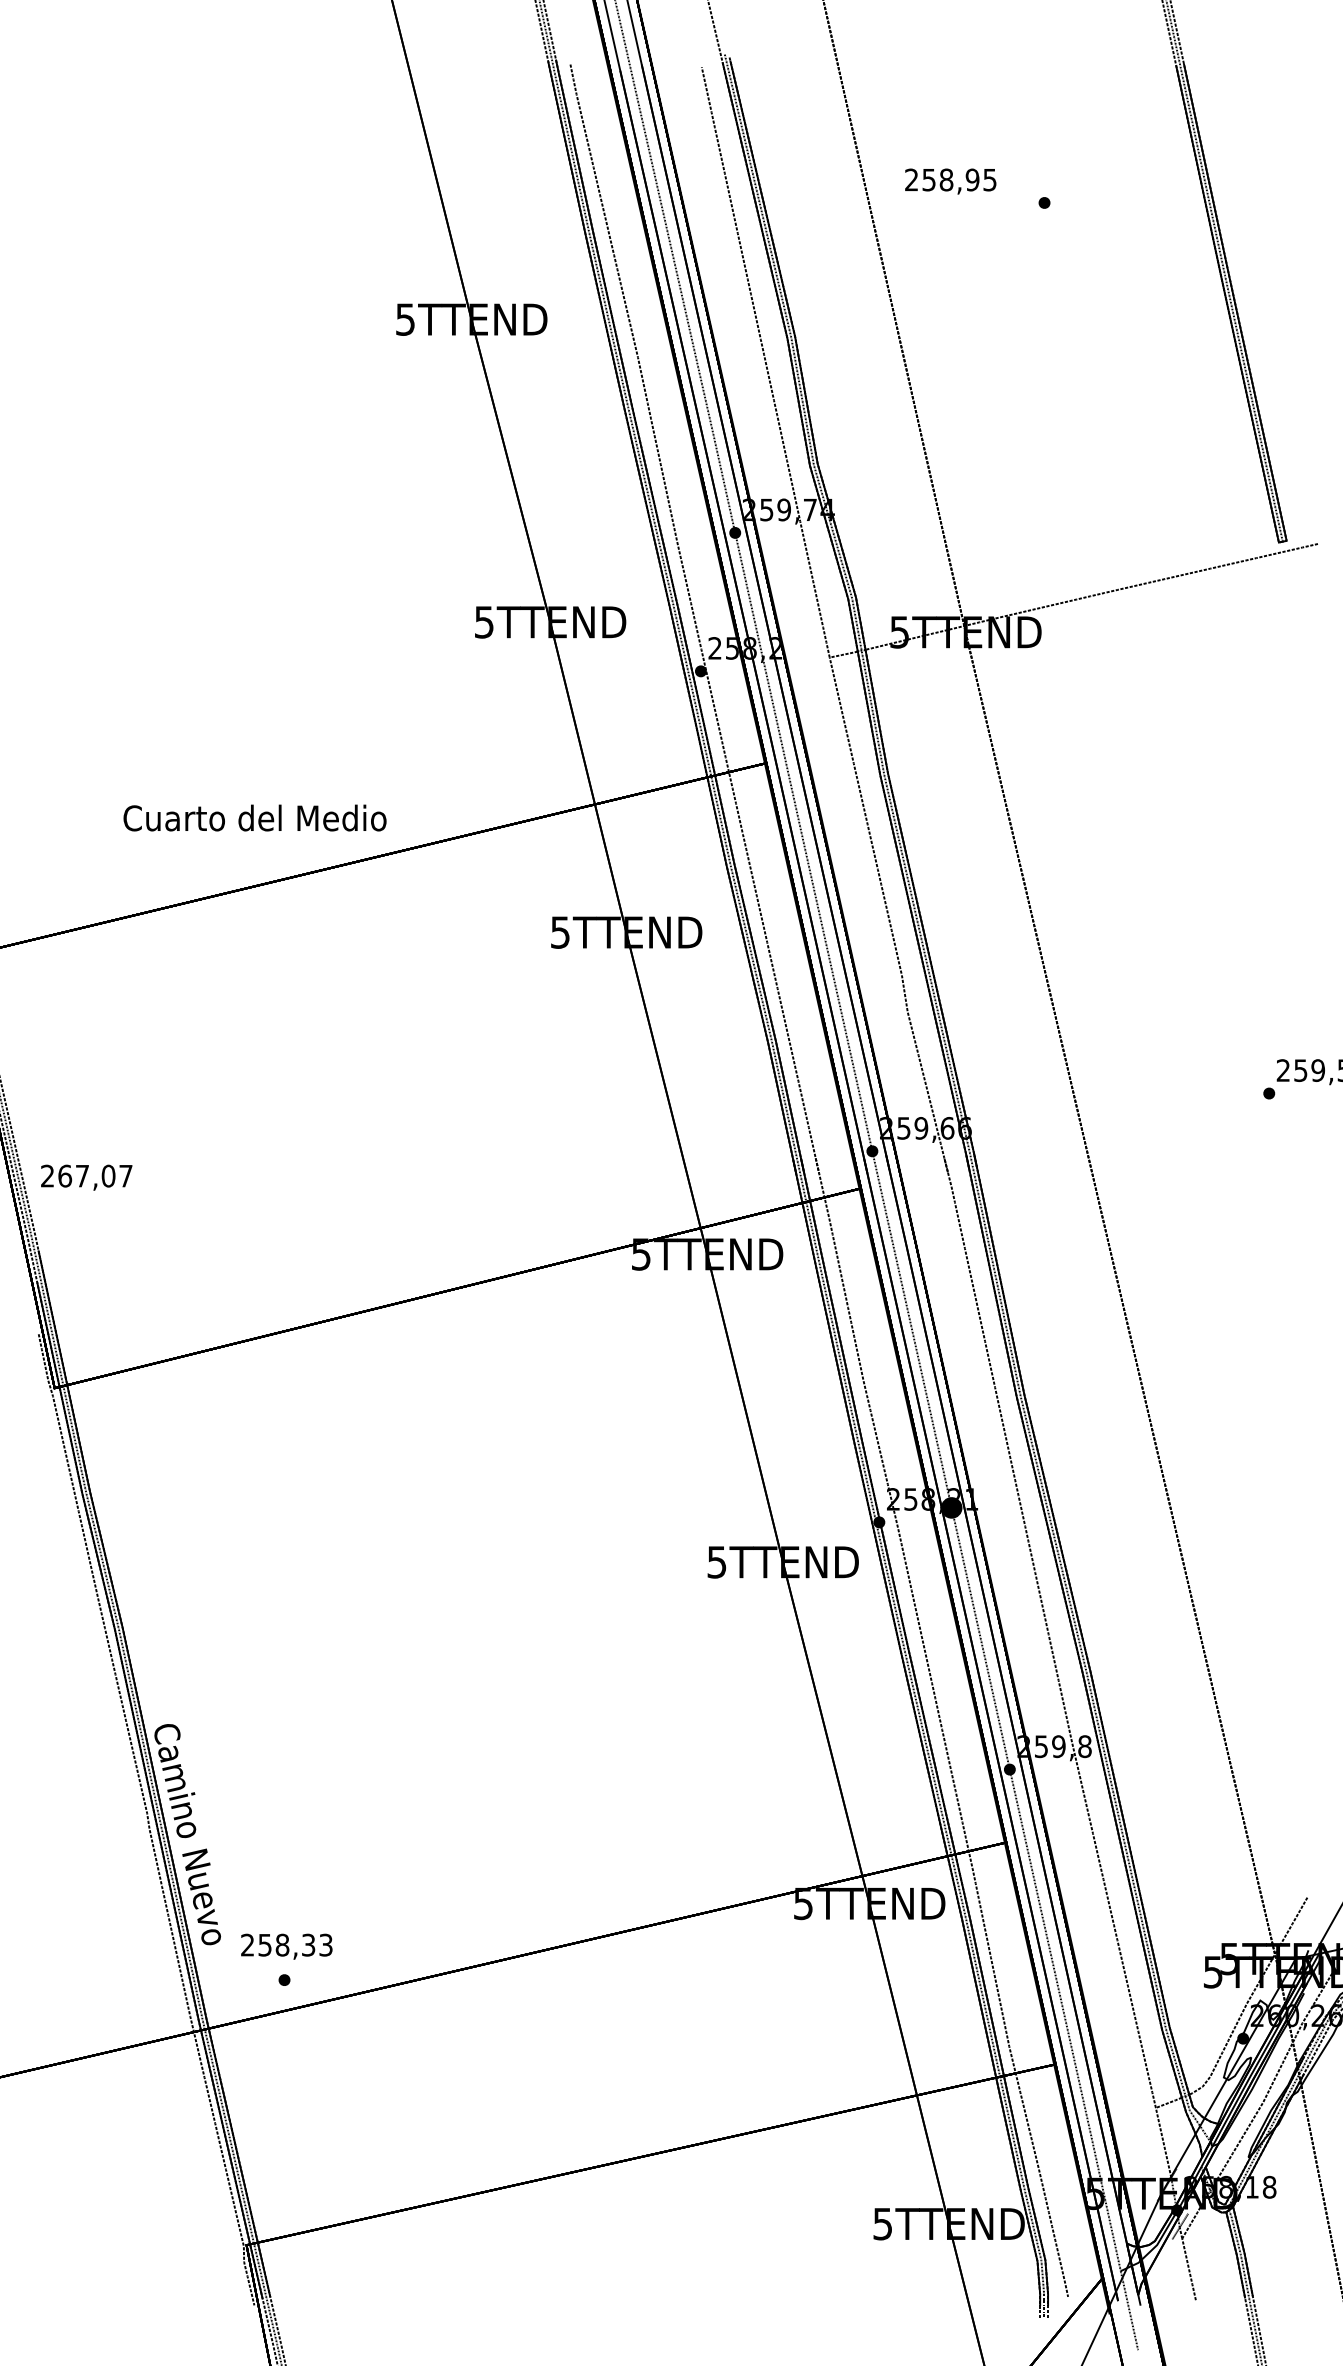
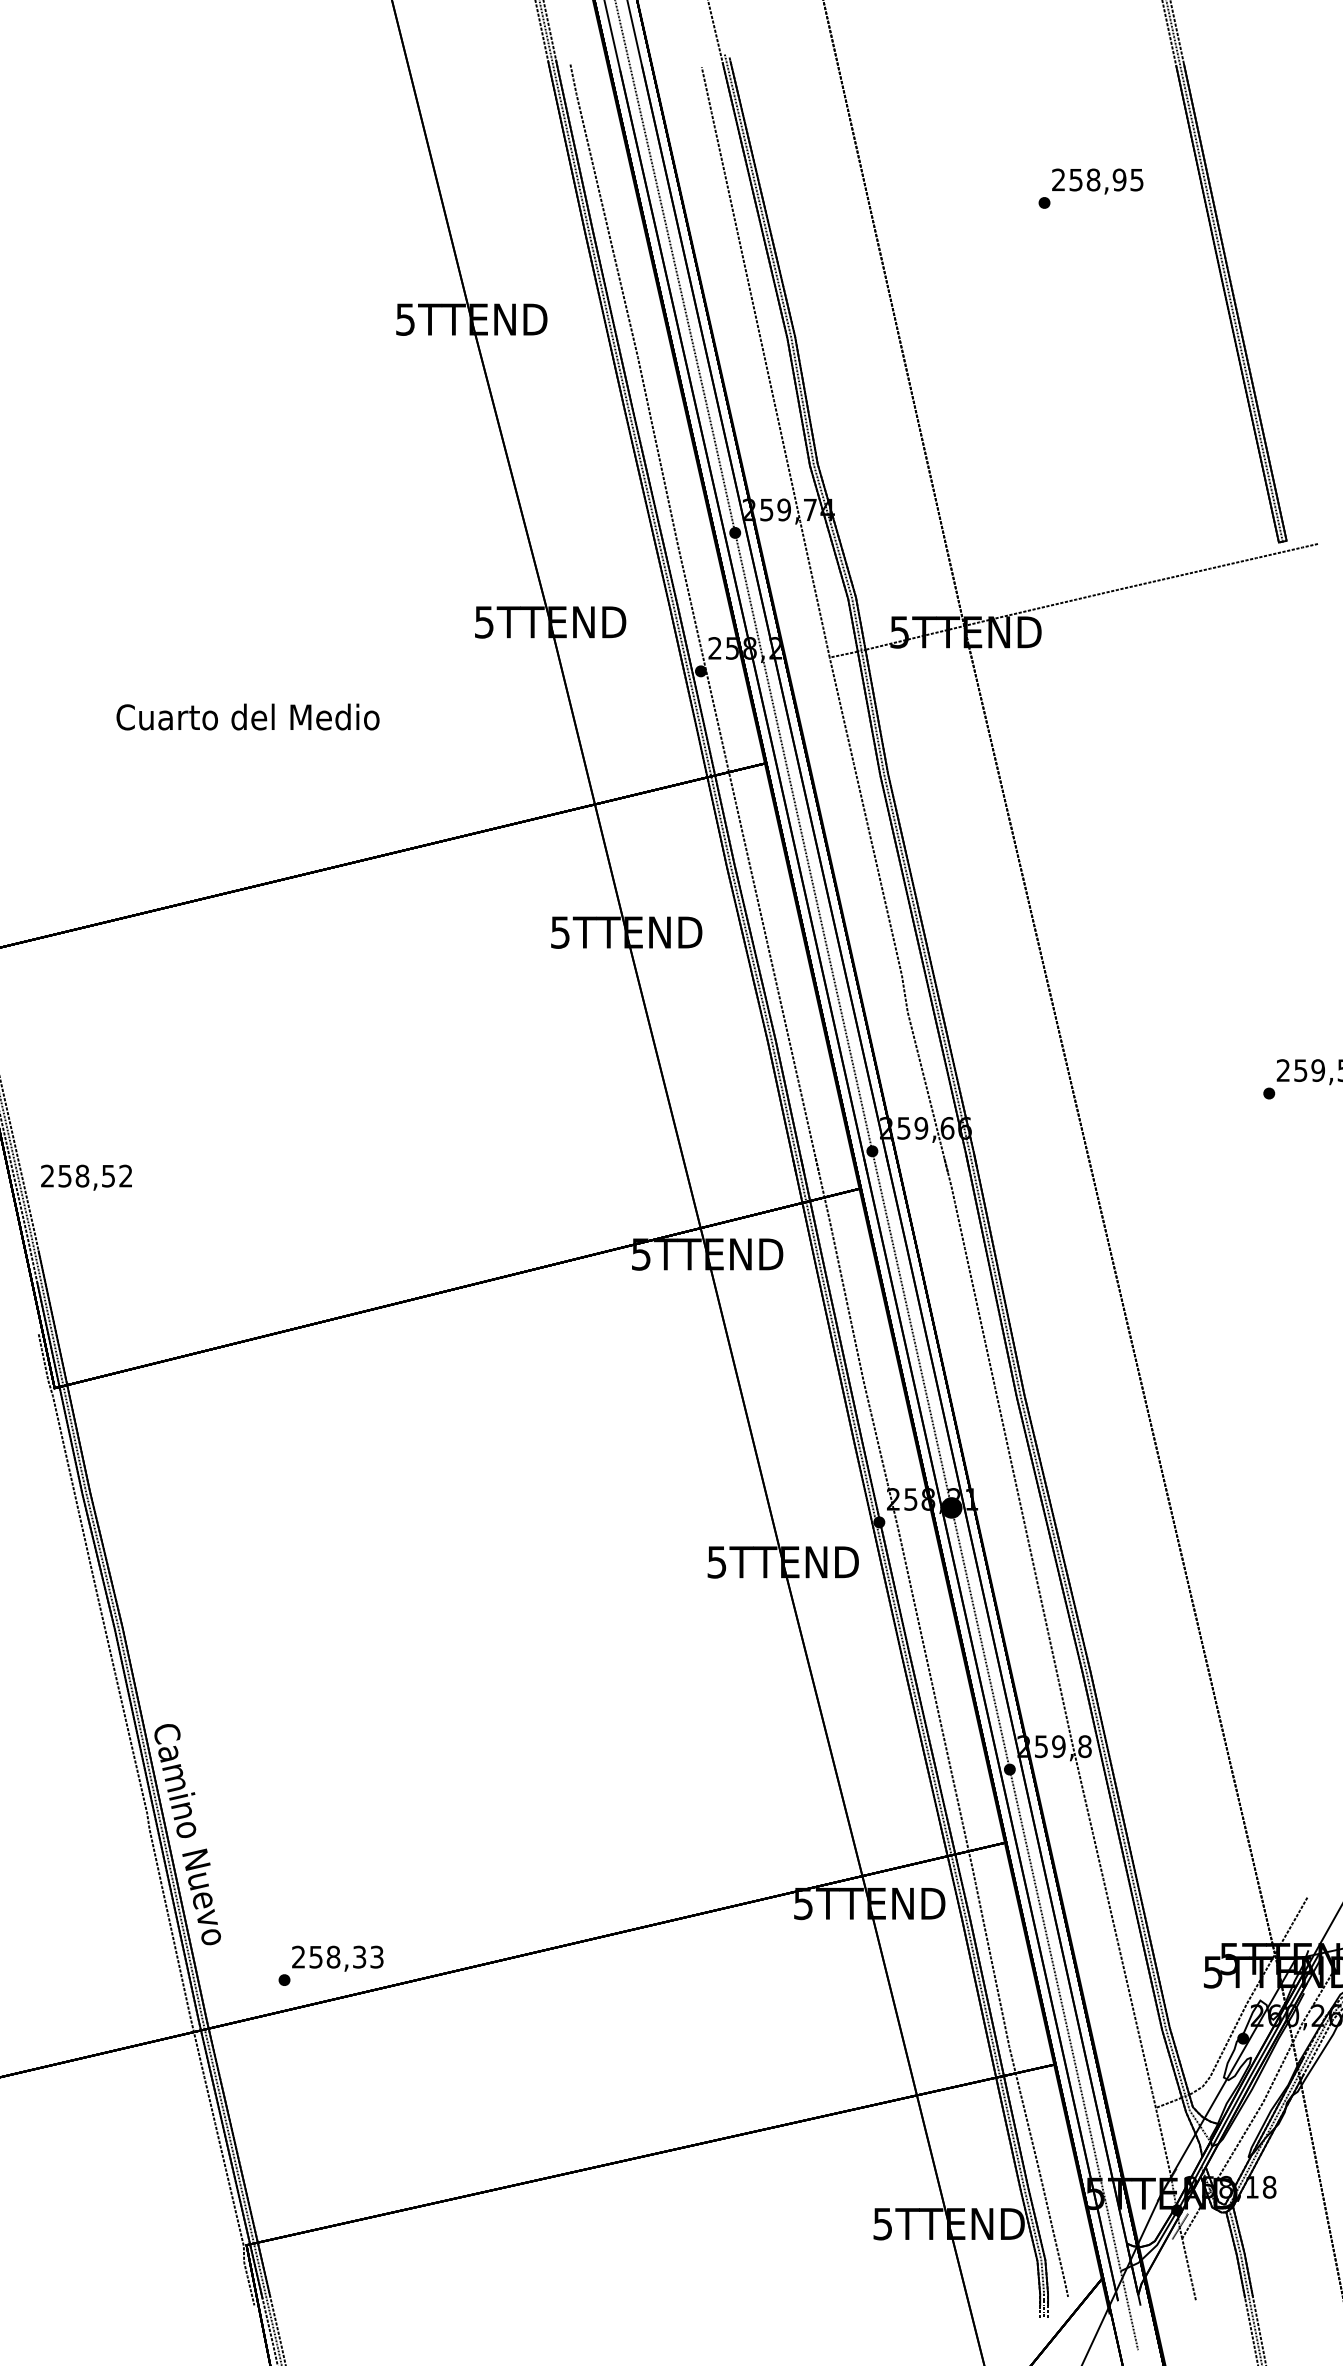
text at (950, 181) position: (950, 181) -> (1097, 181)
text at (254, 817) position: (254, 817) -> (247, 716)
text at (95, 1175): 267,07 -> 258,52
text at (286, 1946) position: (286, 1946) -> (337, 1958)
